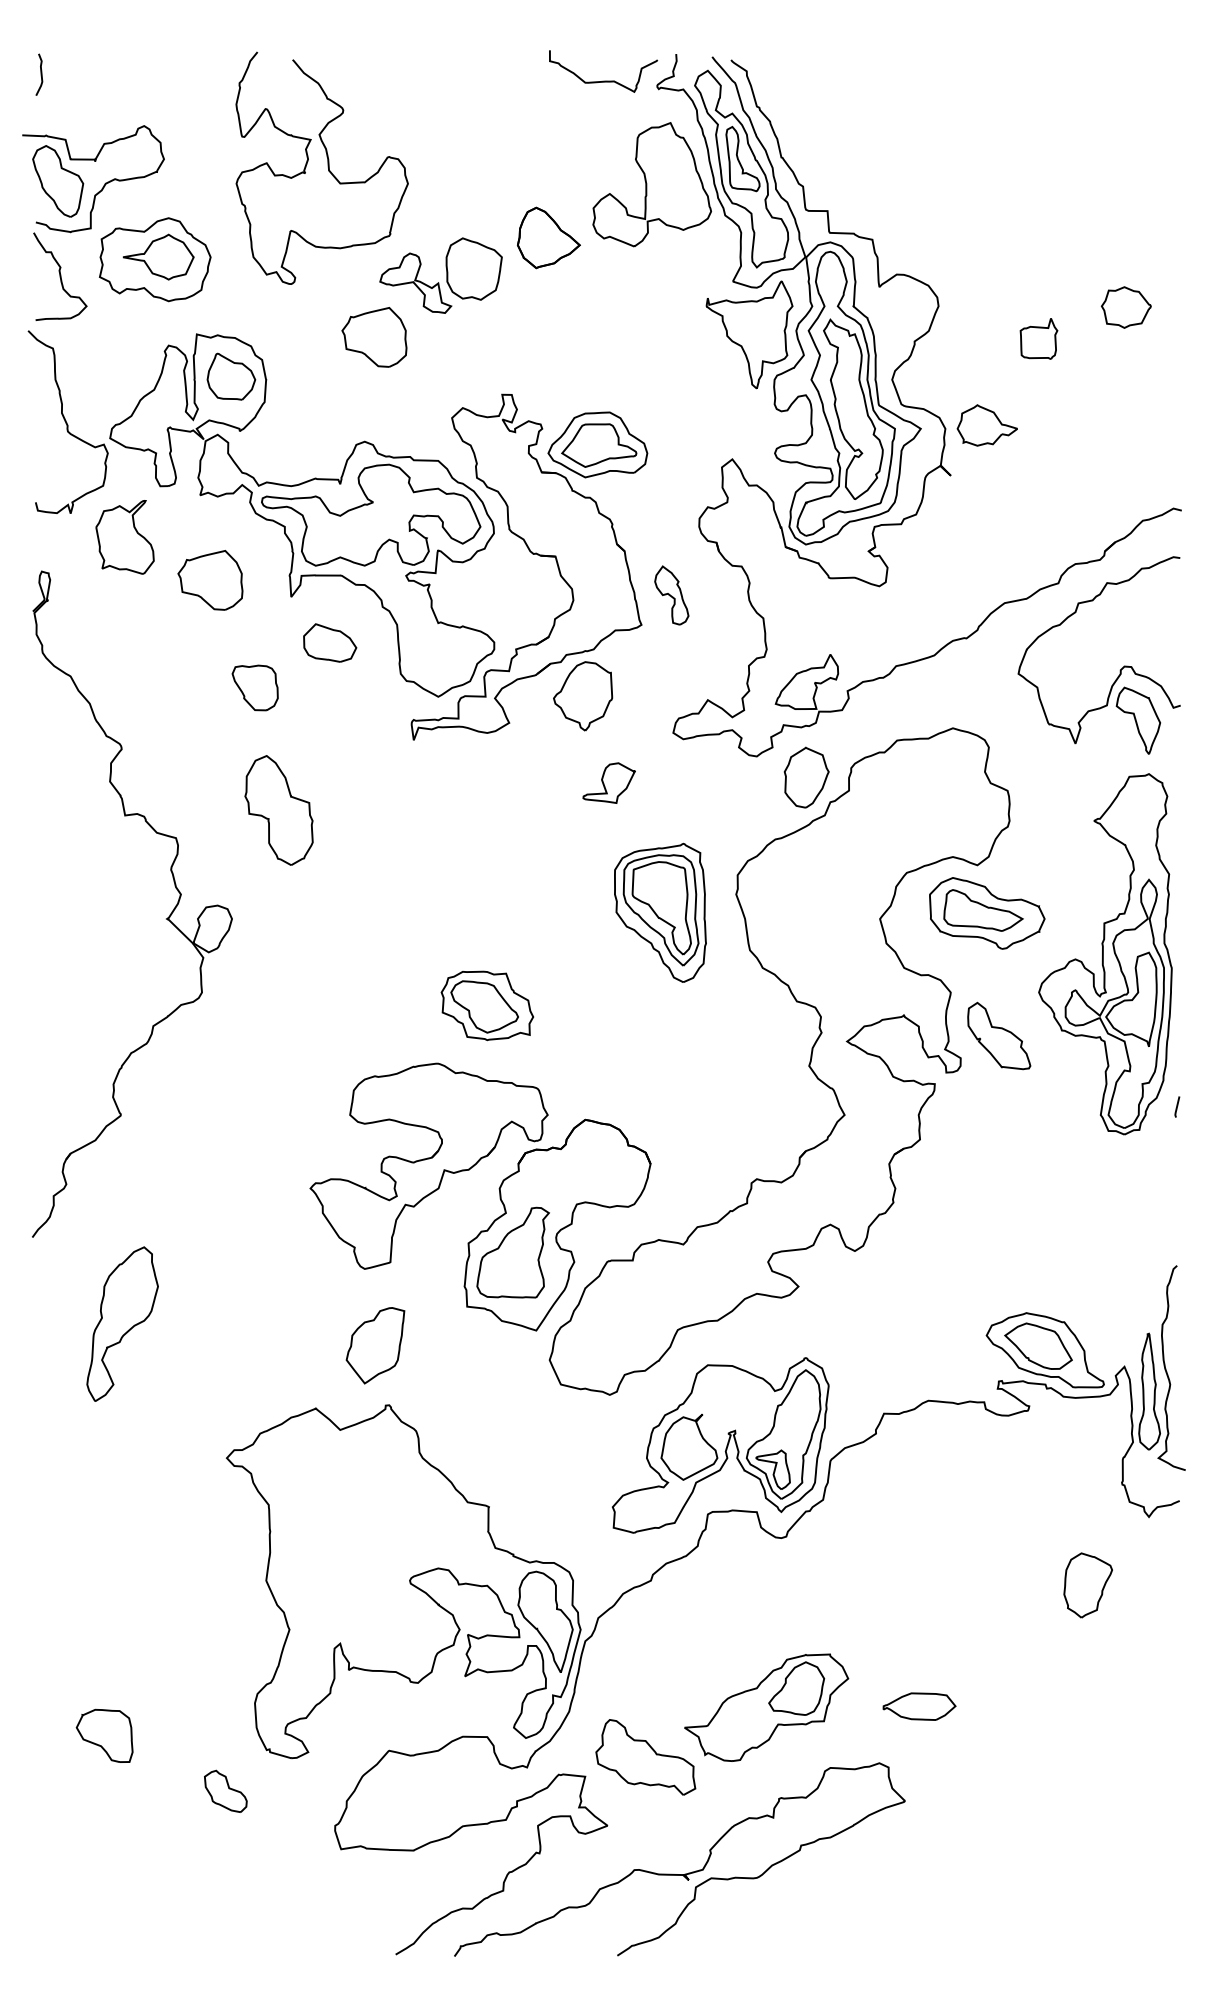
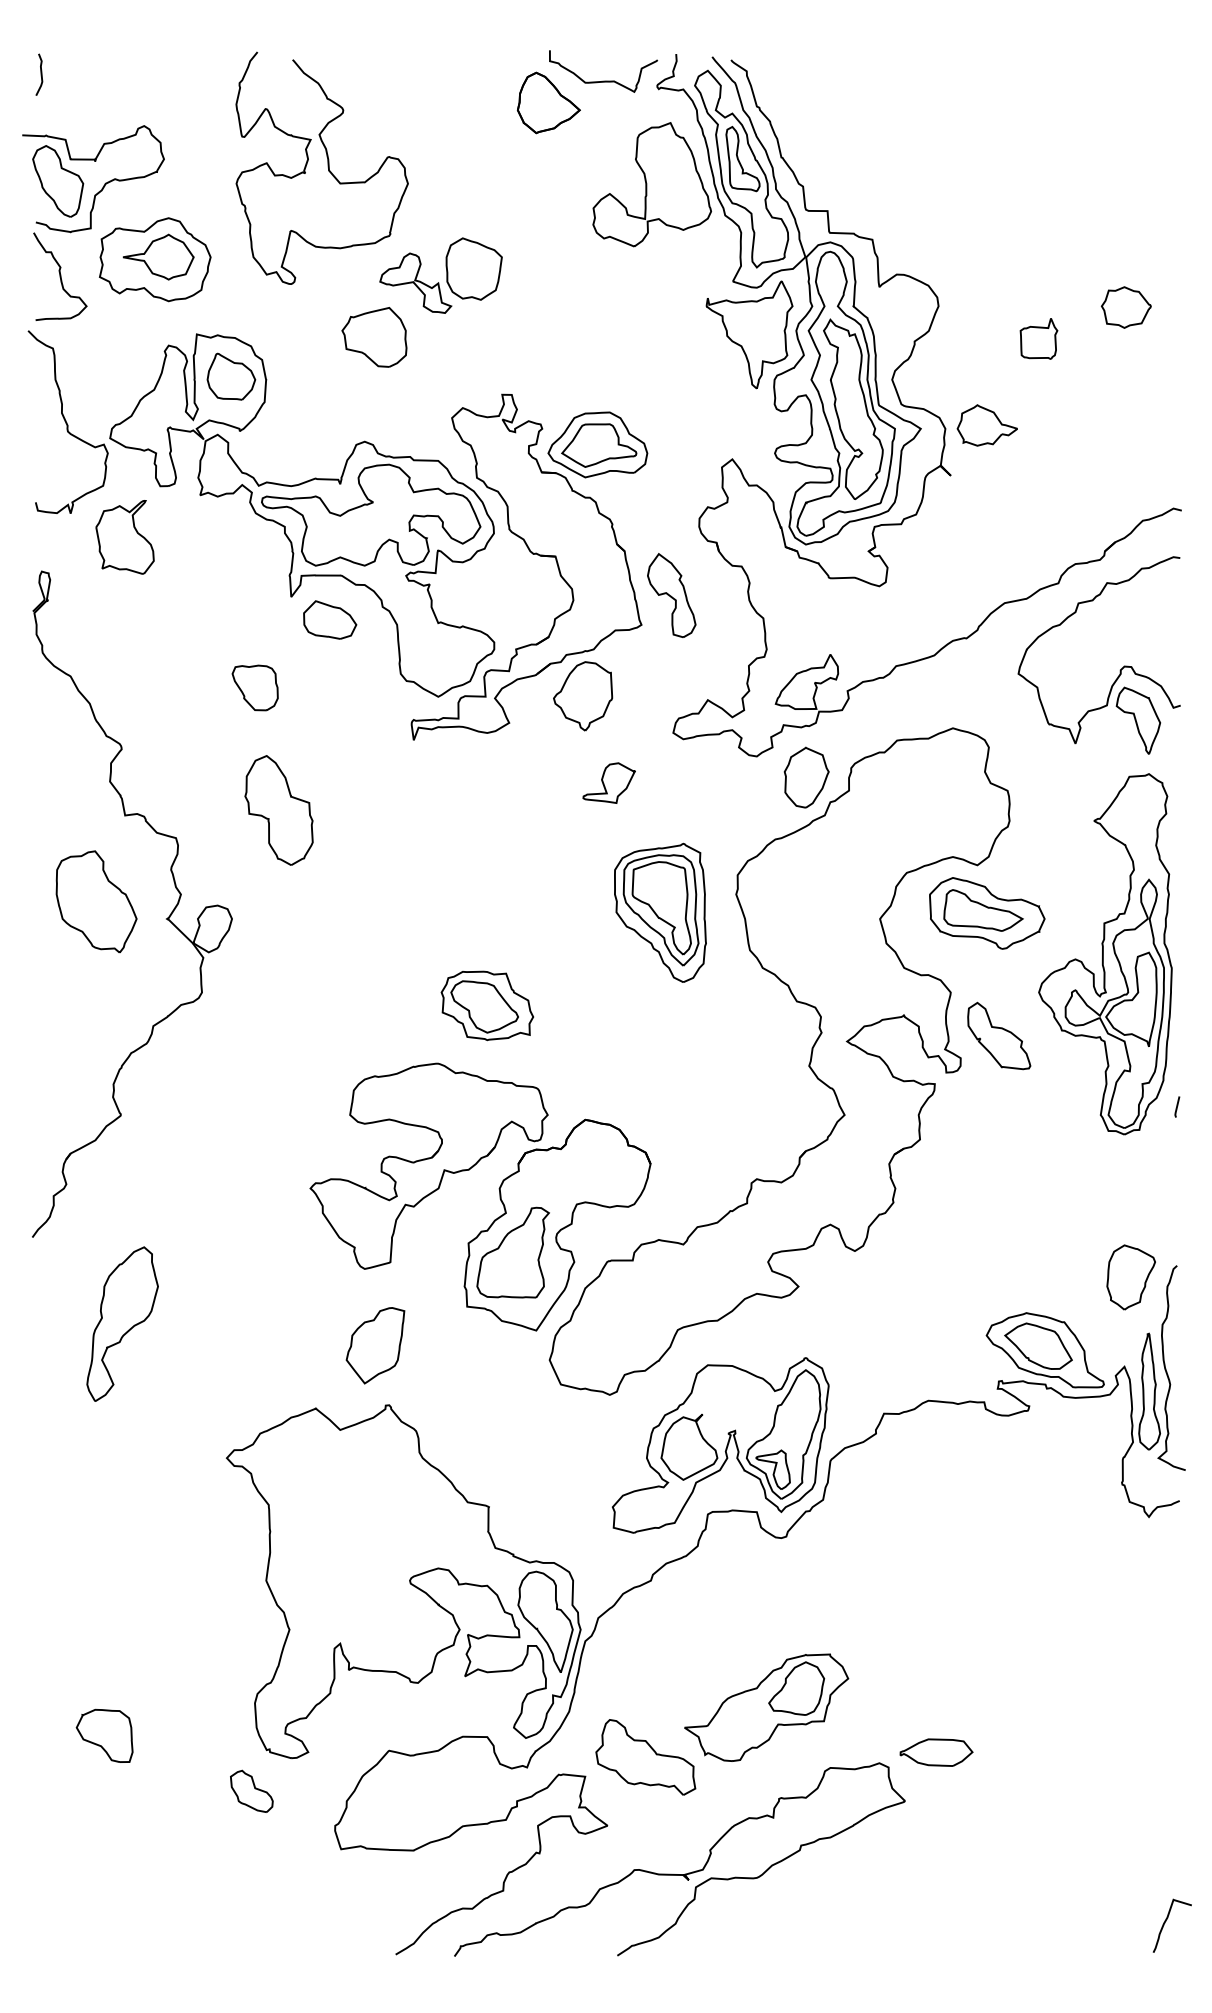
part at (548, 237) position: (548, 237) -> (548, 102)
part at (210, 580): present -> none
part at (671, 595) size: 36x61 px -> 50x85 px
part at (330, 642) position: (330, 642) -> (330, 619)
part at (96, 901): none -> present
part at (1087, 1585) position: (1087, 1585) -> (1130, 1277)
part at (919, 1706) position: (919, 1706) -> (936, 1752)
part at (225, 1790) position: (225, 1790) -> (251, 1790)
curve at (1165, 1923): none -> present
